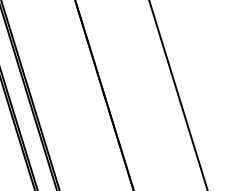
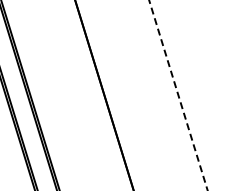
line at (178, 95): solid -> dashed
